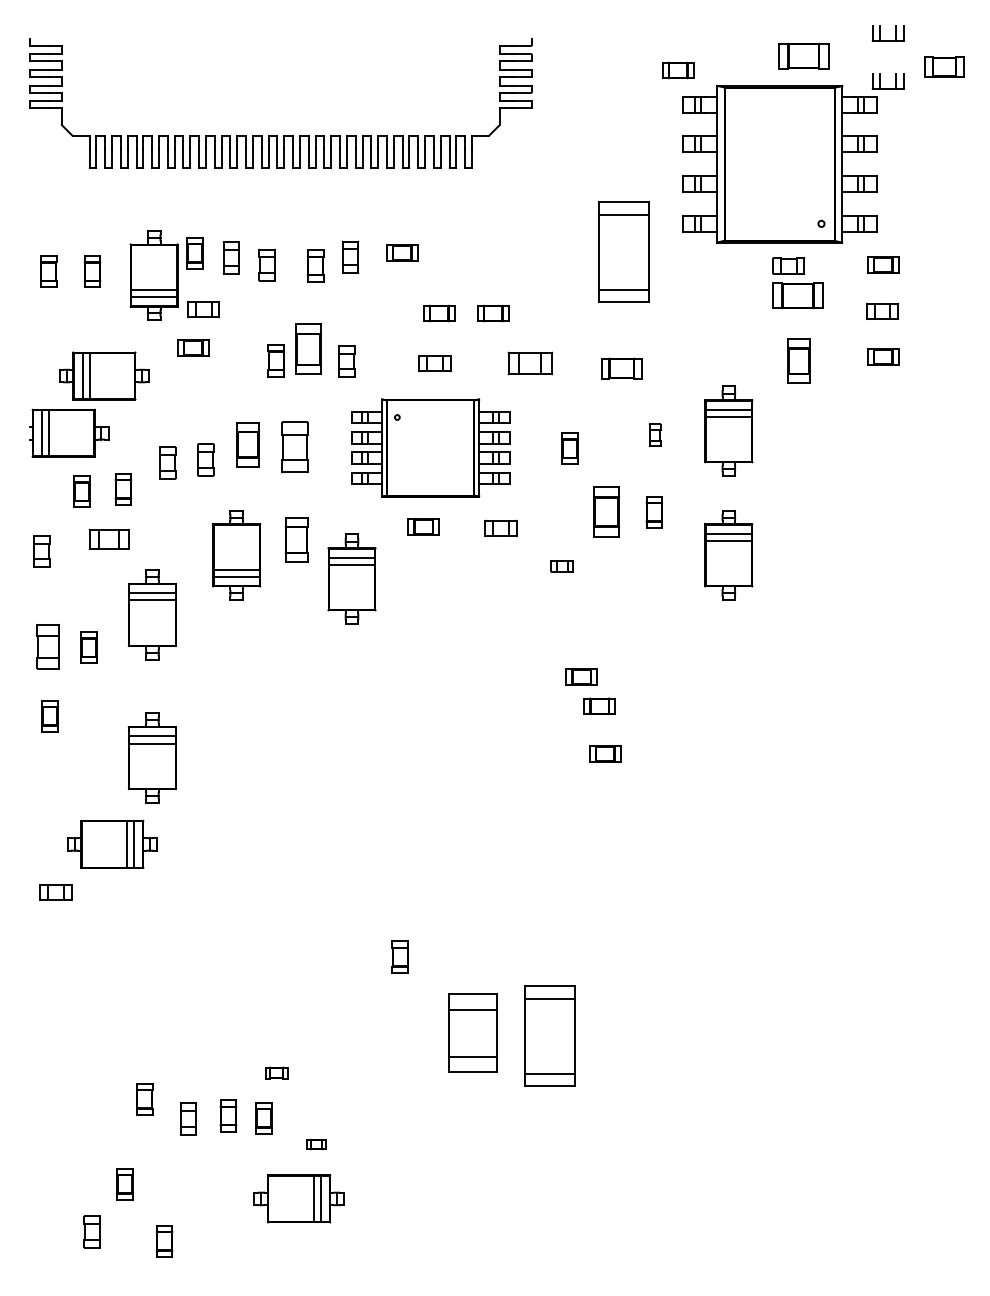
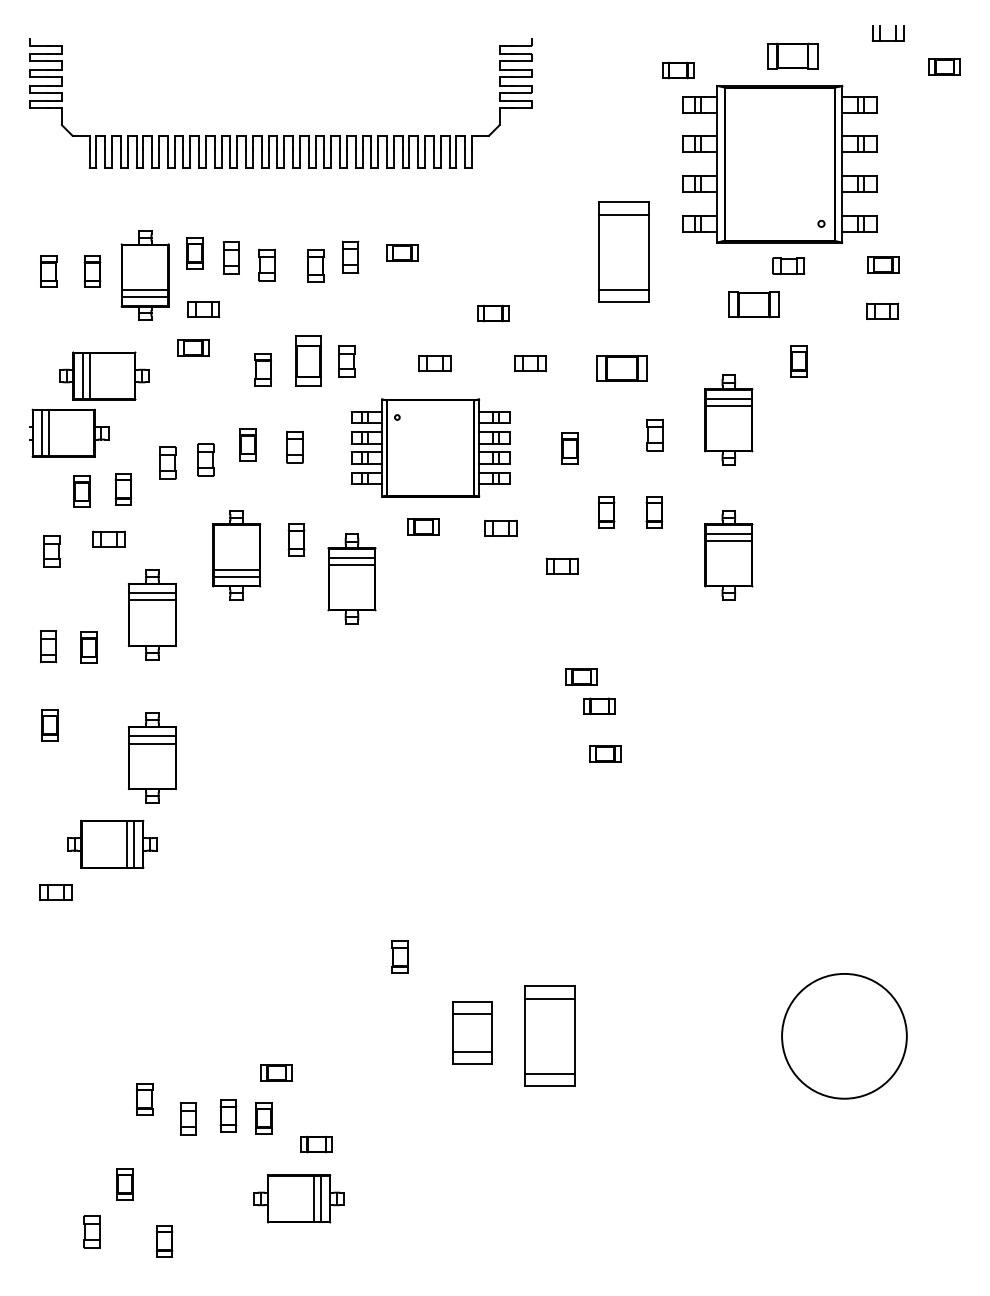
part at (803, 55) position: (803, 55) -> (792, 55)
part at (944, 66) size: 41x22 px -> 33x18 px
part at (880, 81): present -> none
part at (153, 275) position: (153, 275) -> (144, 275)
part at (797, 295) position: (797, 295) -> (753, 304)
part at (439, 313): present -> none
part at (308, 348) position: (308, 348) -> (308, 360)
part at (883, 356): present -> none
part at (275, 360) position: (275, 360) -> (262, 369)
part at (798, 360) size: 24x46 px -> 18x33 px
part at (530, 363) size: 47x25 px -> 33x18 px
part at (621, 368) size: 42x23 px -> 52x27 px
part at (728, 430) position: (728, 430) -> (728, 419)
part at (654, 434) size: 14x24 px -> 18x33 px
part at (247, 444) size: 24x46 px -> 18x34 px
part at (294, 447) size: 28x53 px -> 18x34 px
part at (606, 511) size: 27x52 px -> 19x33 px
part at (108, 538) size: 42x22 px -> 34x18 px
part at (296, 539) size: 25x46 px -> 19x34 px
part at (41, 551) position: (41, 551) -> (51, 551)
part at (561, 566) size: 24x13 px -> 34x18 px
part at (48, 646) size: 25x46 px -> 18x34 px
part at (49, 716) position: (49, 716) -> (49, 725)
part at (472, 1032) size: 50x80 px -> 41x64 px
circle at (844, 1036): none -> present
part at (276, 1072) size: 24x14 px -> 33x18 px
part at (316, 1144) size: 21x13 px -> 33x19 px
